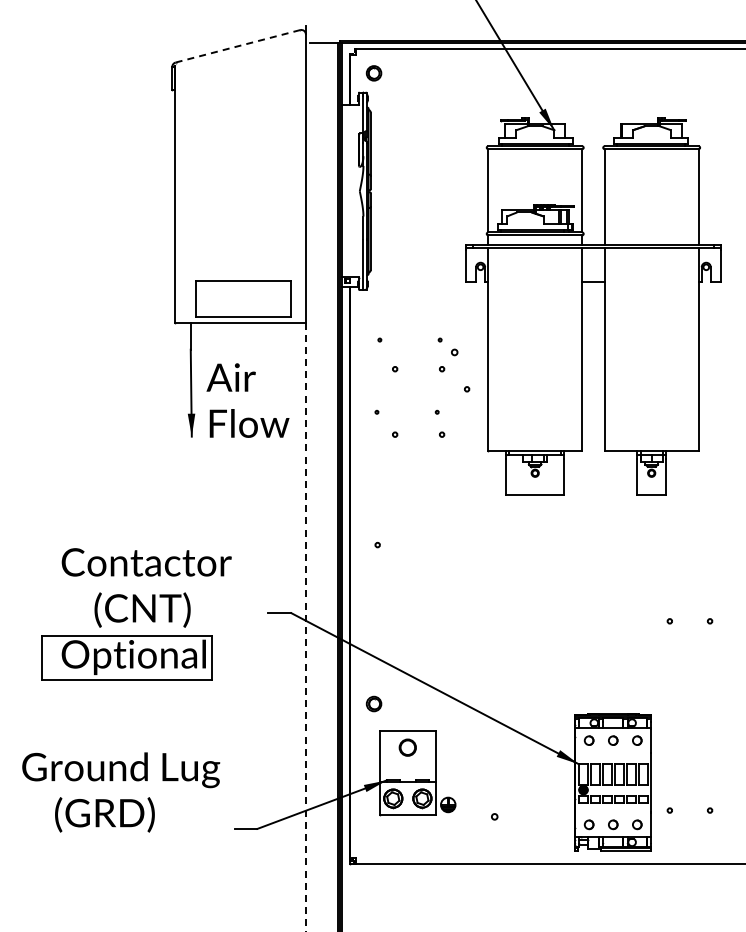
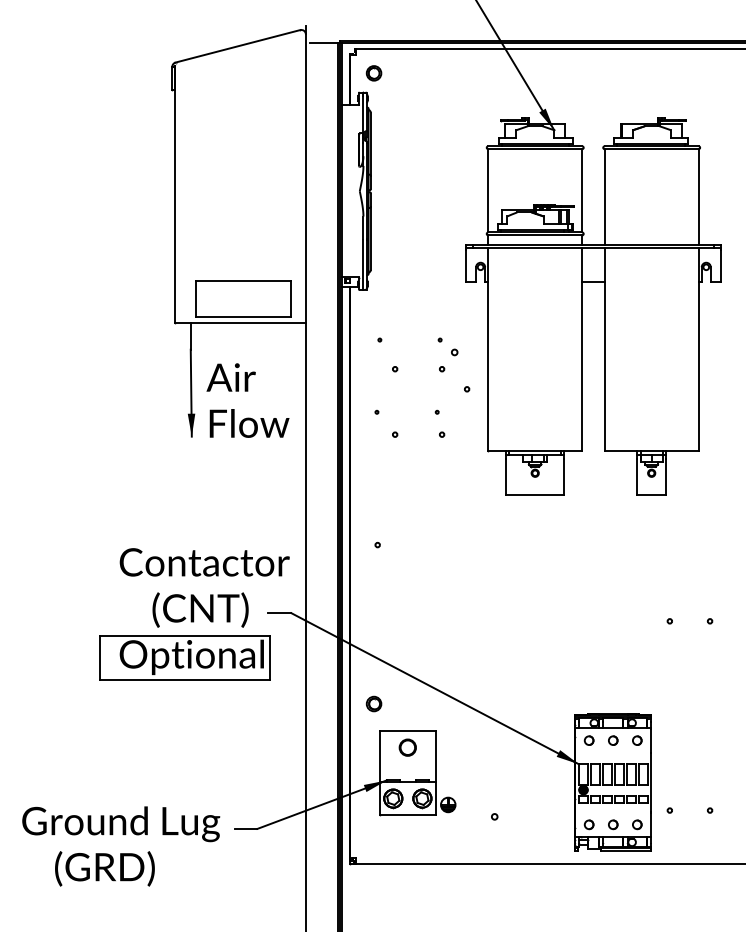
line at (237, 46): dashed -> solid
part at (136, 614) position: (136, 614) -> (194, 614)
line at (305, 627): dashed -> solid
text at (121, 792) position: (121, 792) -> (121, 846)
